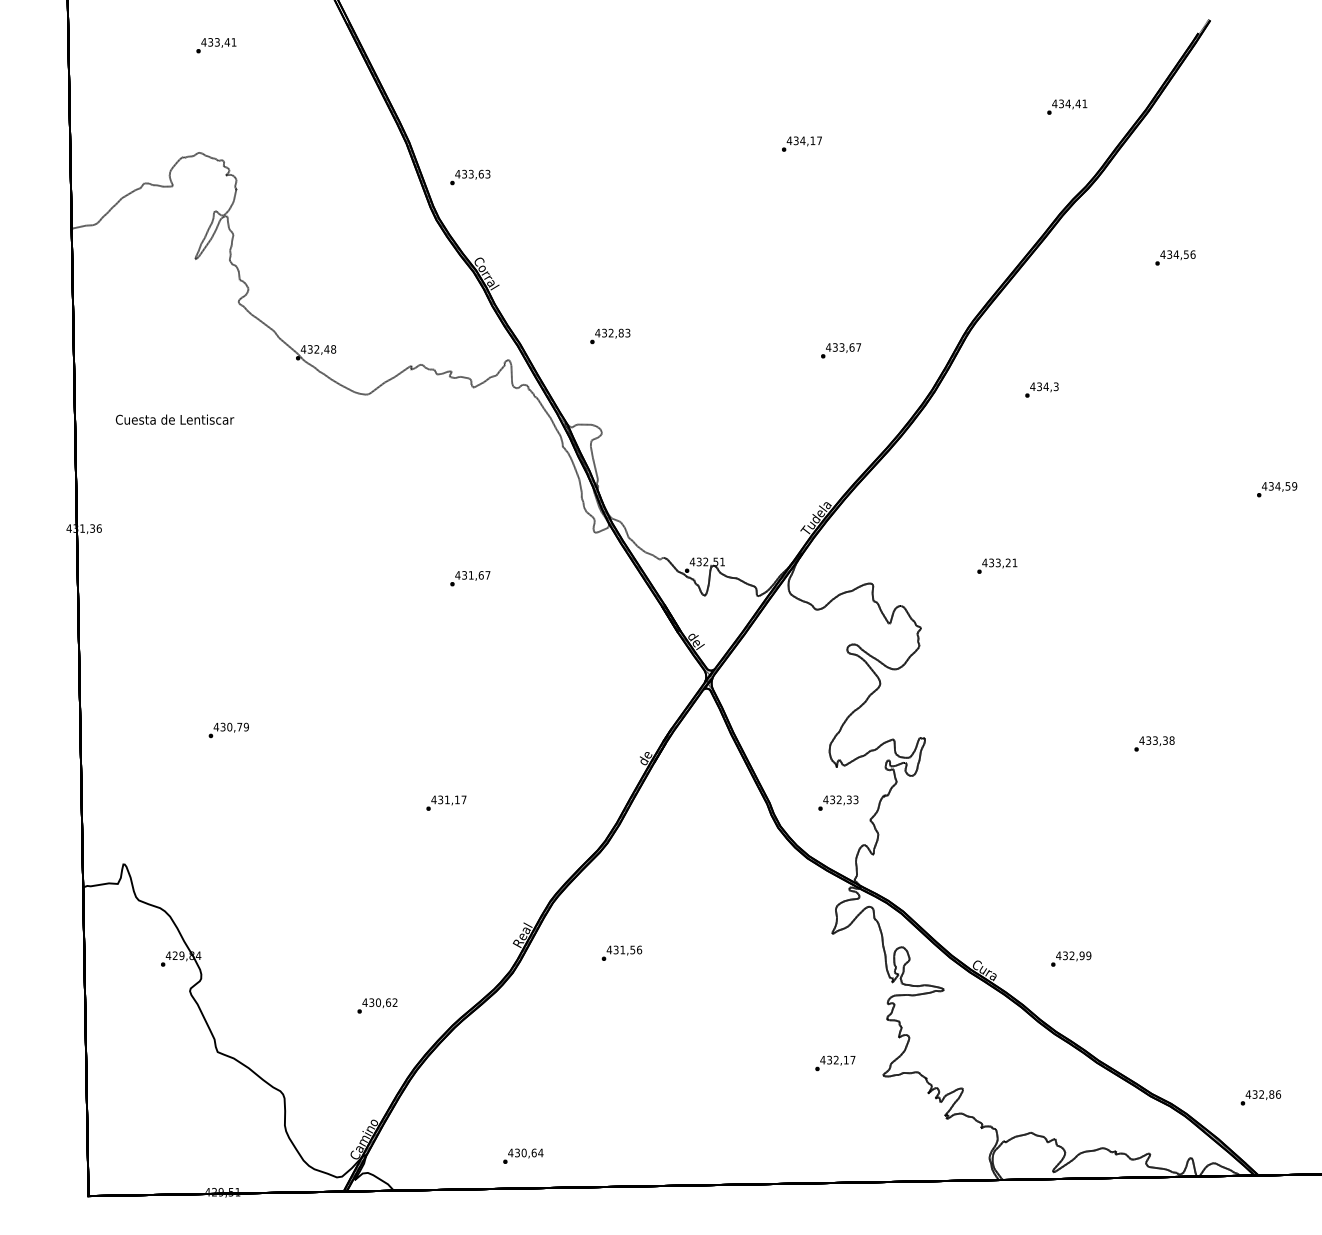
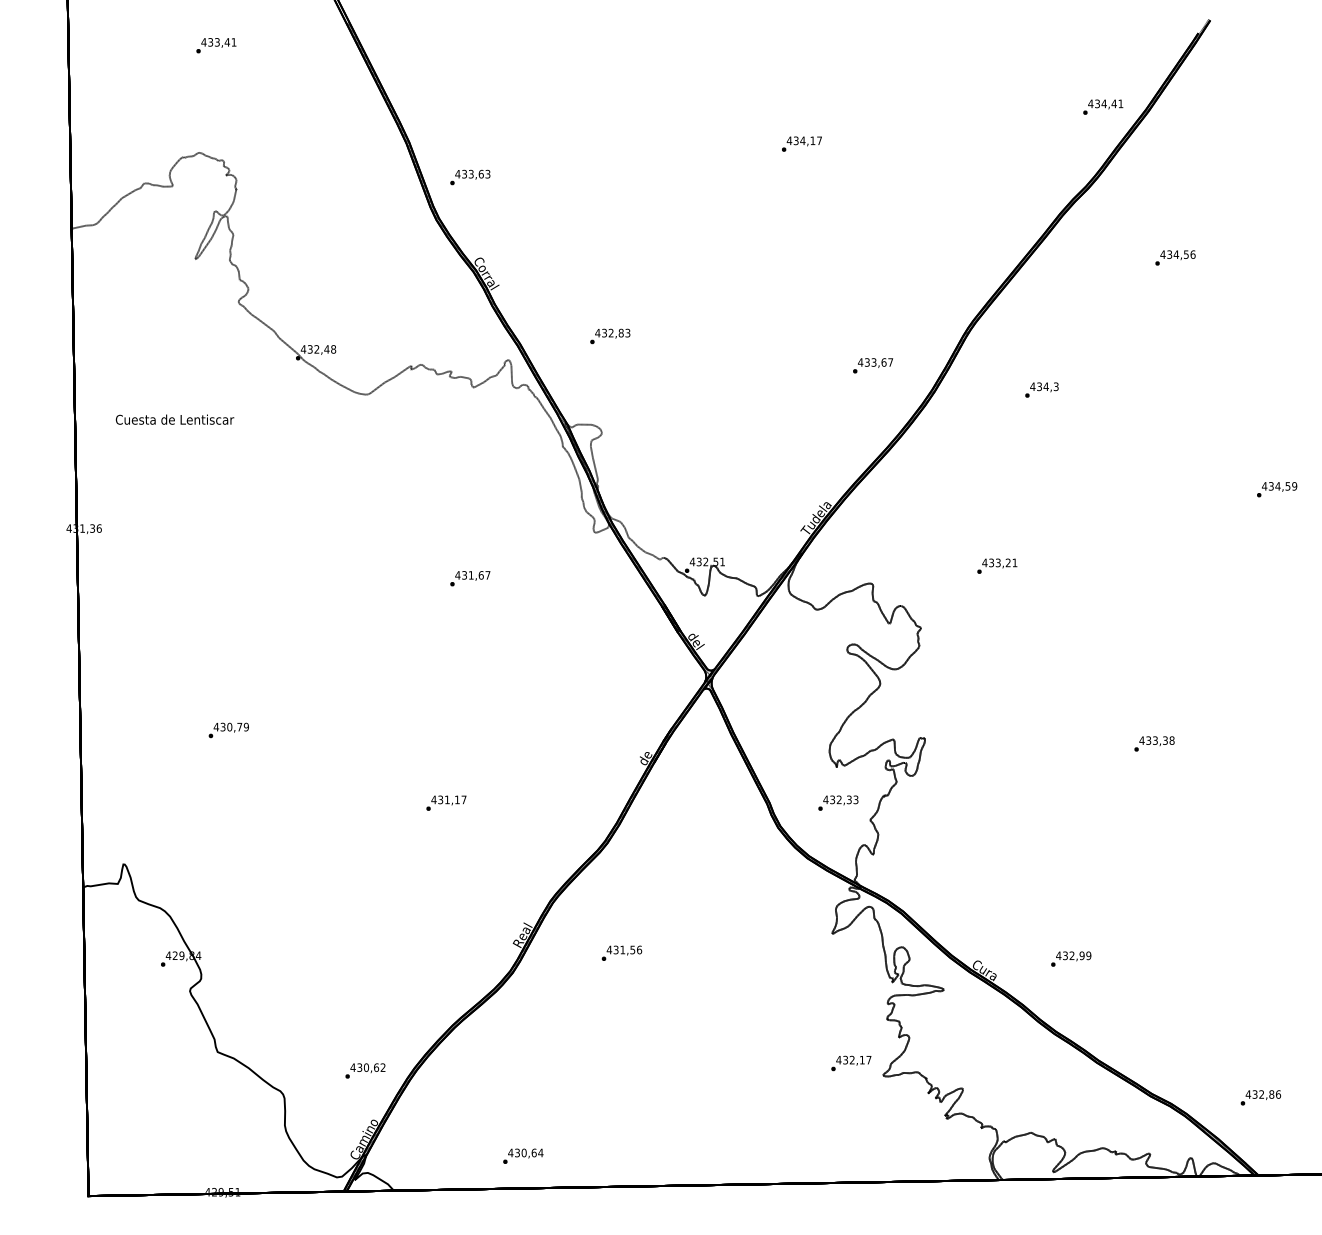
text at (1067, 106) position: (1067, 106) -> (1103, 106)
text at (841, 350) position: (841, 350) -> (873, 365)
text at (377, 1005) position: (377, 1005) -> (365, 1070)
text at (835, 1063) position: (835, 1063) -> (851, 1063)
